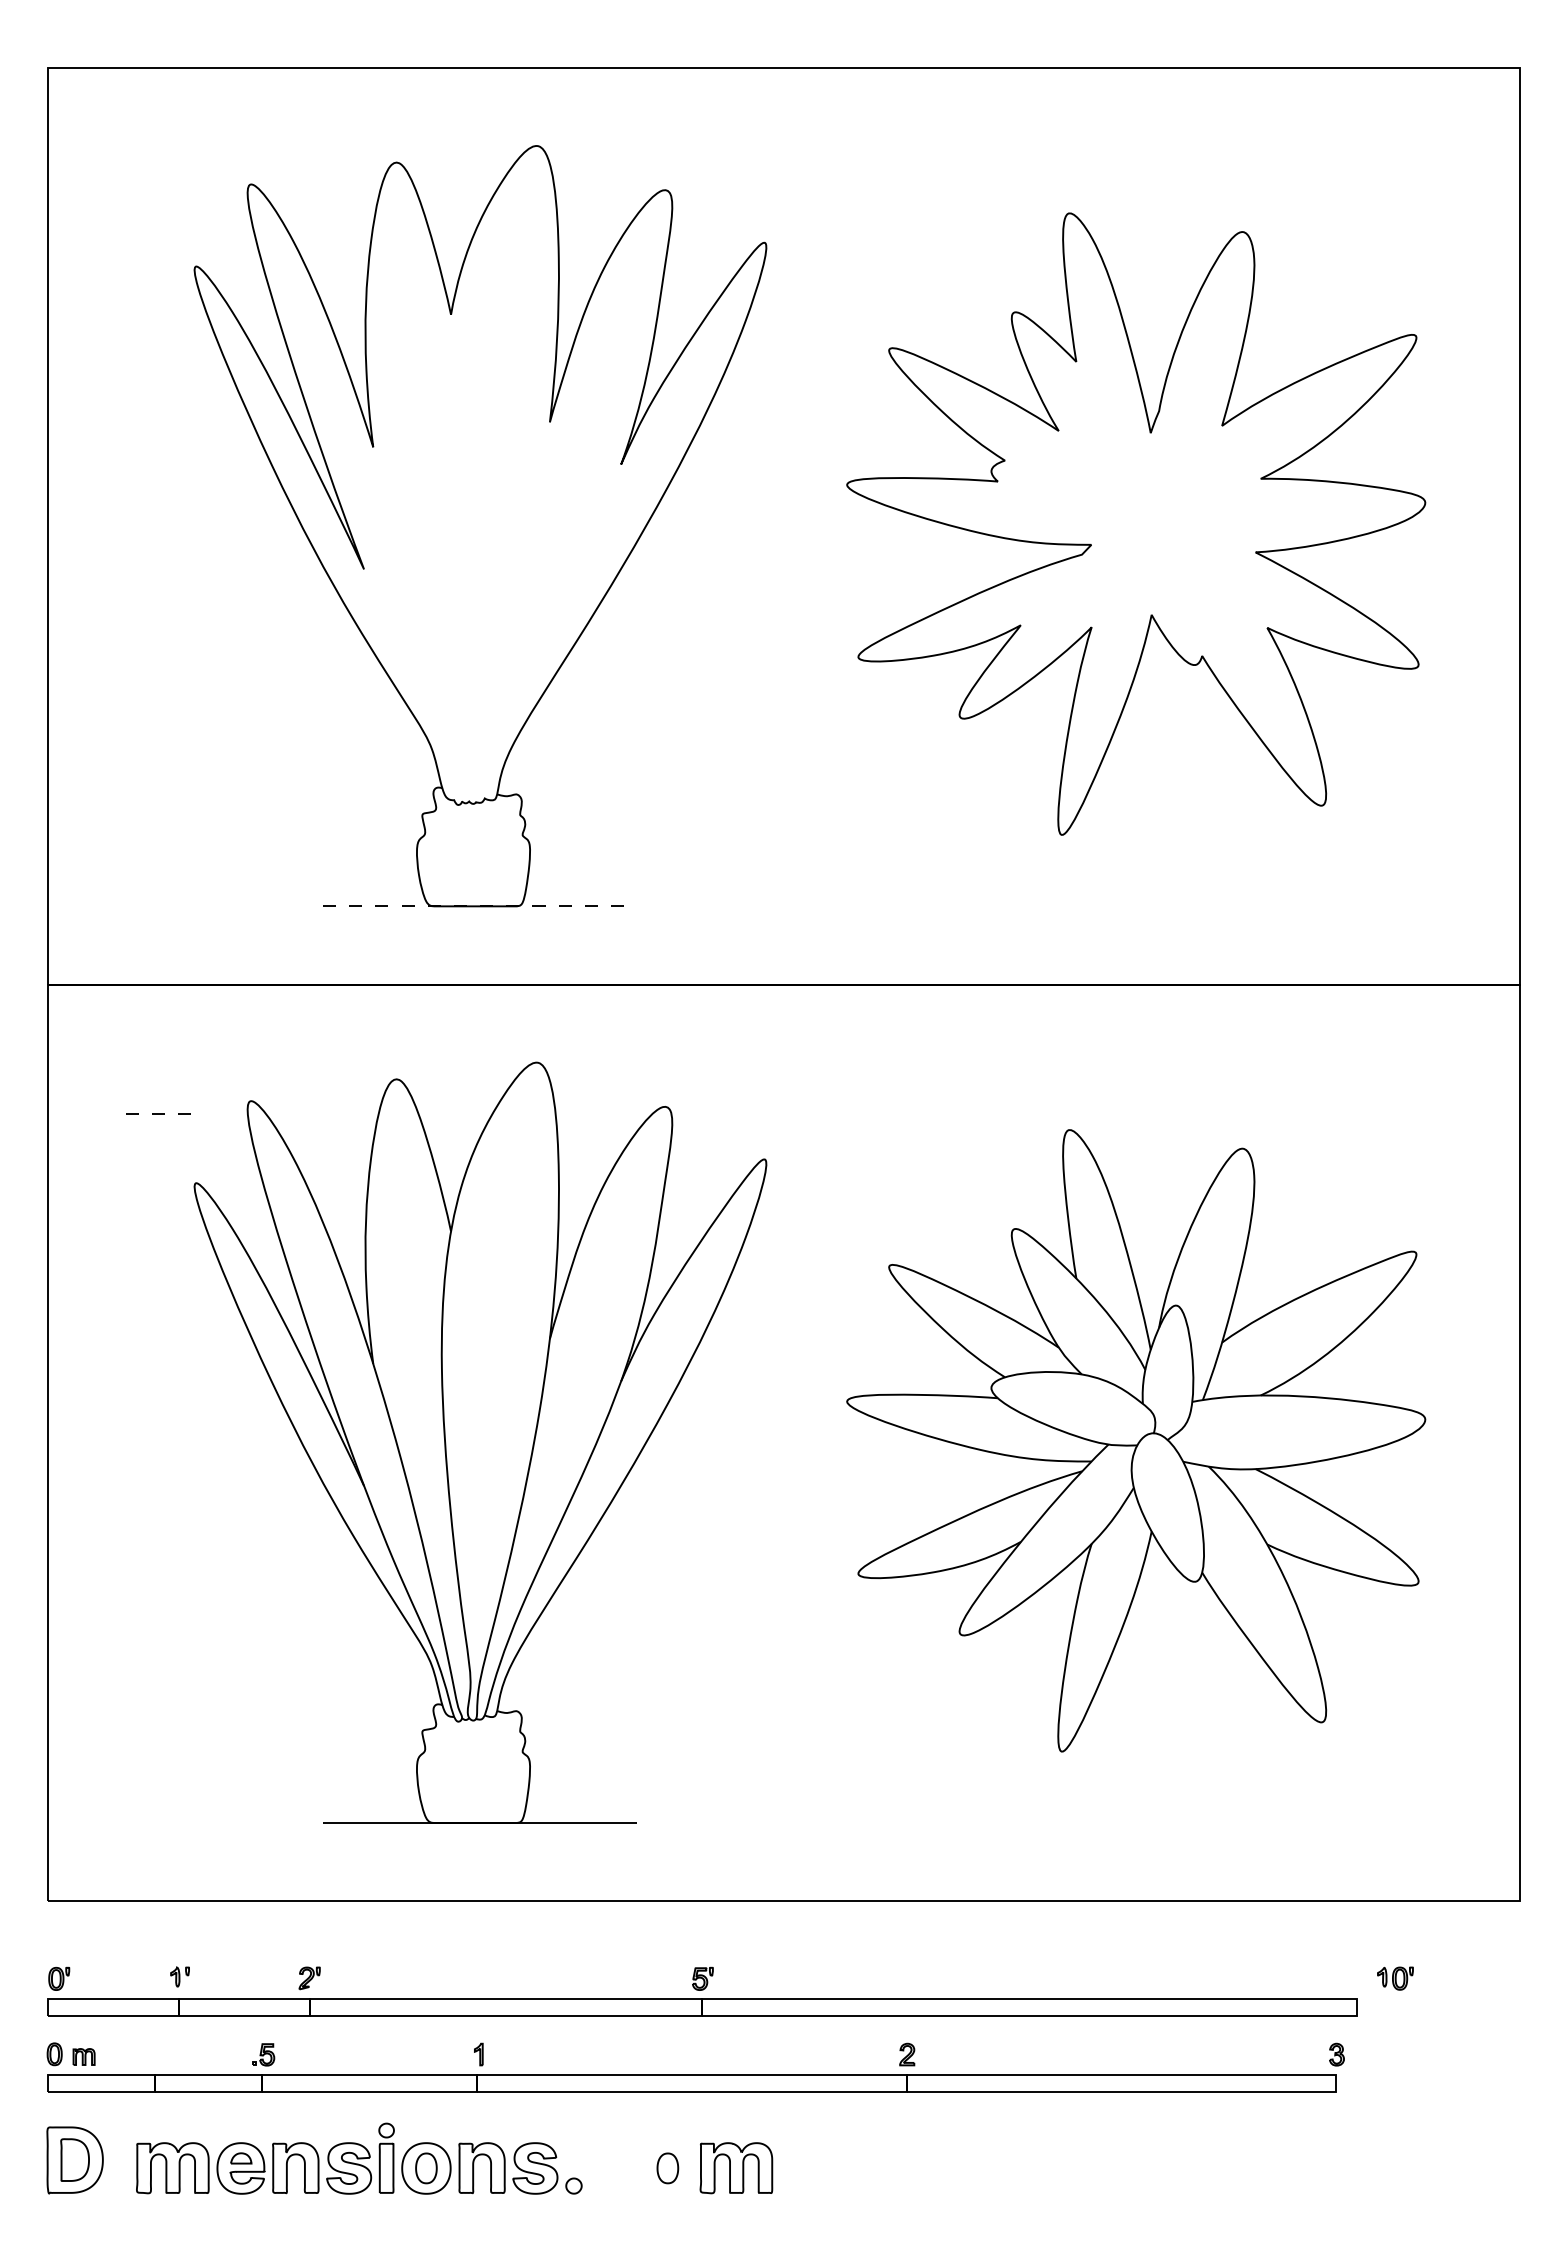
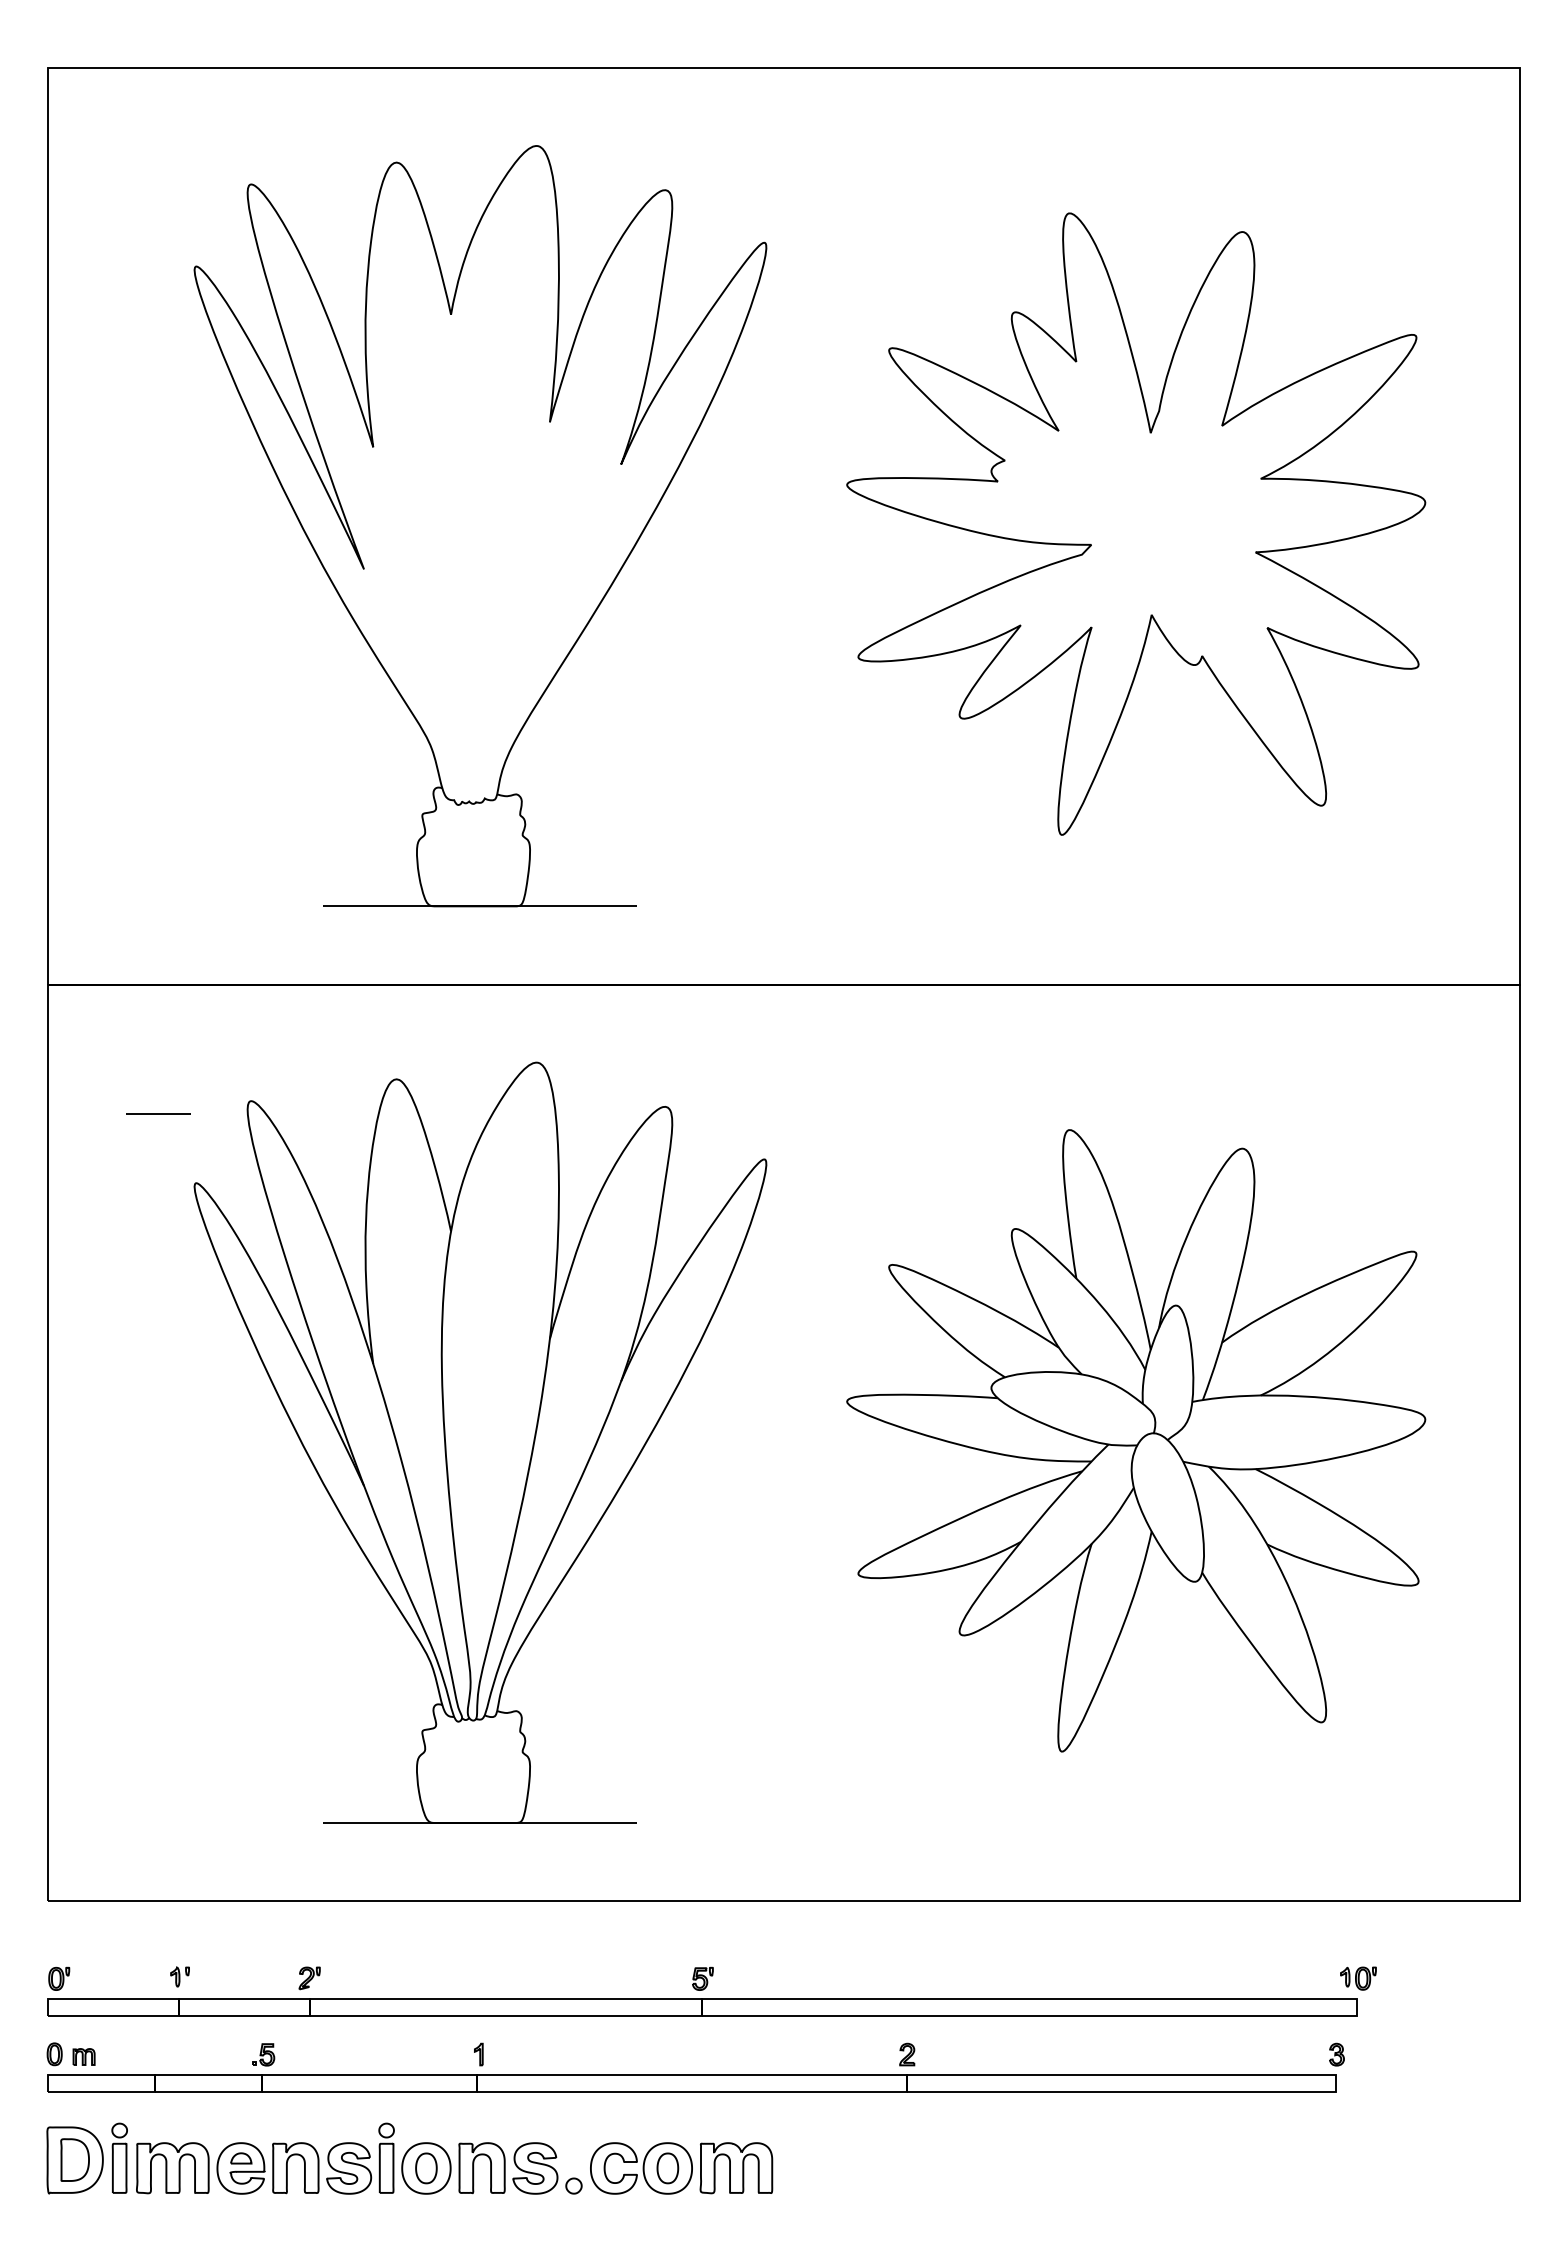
line at (480, 906): dashed -> solid
line at (158, 1114): dashed -> solid
part at (1395, 1978) position: (1395, 1978) -> (1358, 1978)
part at (119, 2157): none -> present
part at (641, 2168): none -> present
